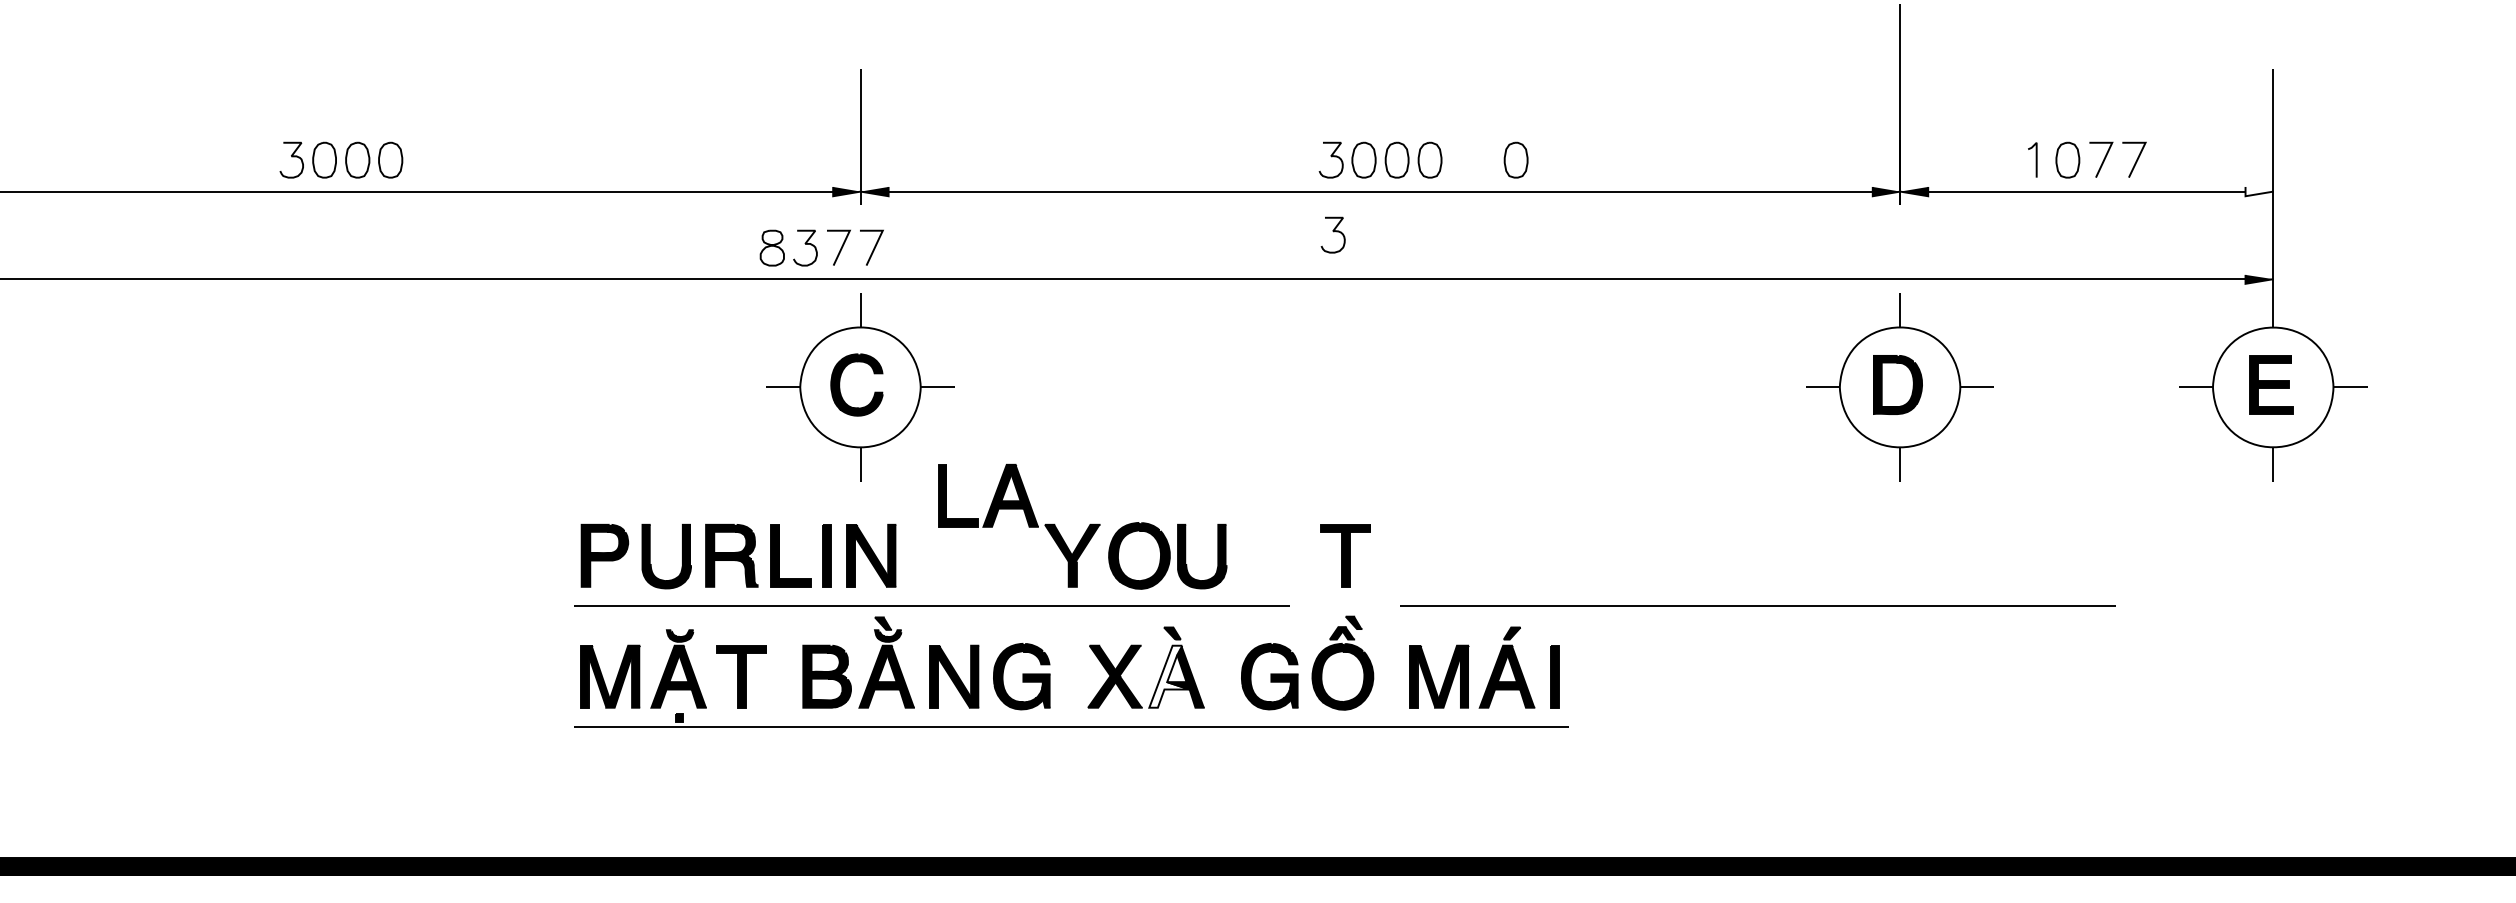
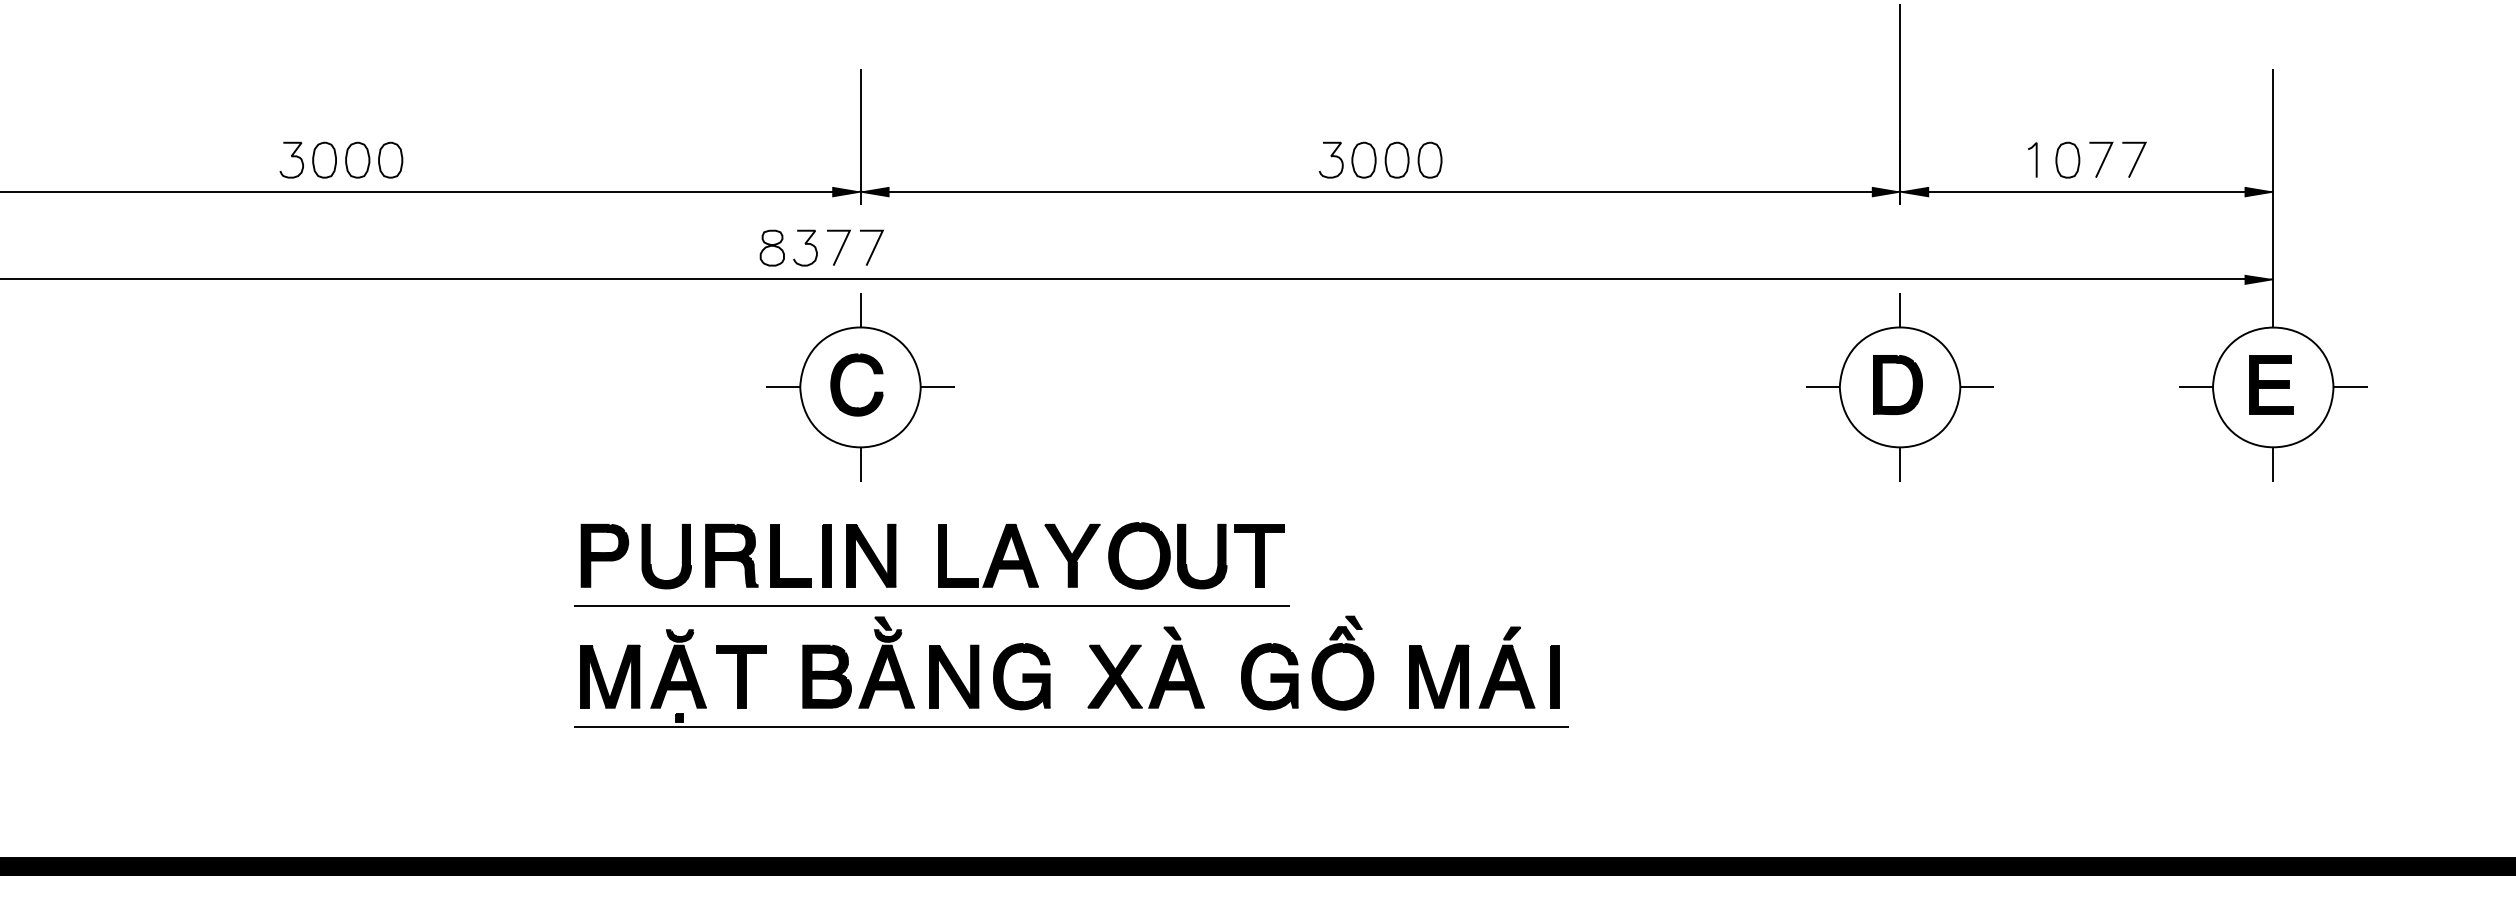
part at (1515, 159): present -> none
fill at (2259, 191): none -> present
curve at (1333, 232): present -> none
part at (988, 495) position: (988, 495) -> (988, 555)
part at (1345, 555) position: (1345, 555) -> (1259, 555)
line at (1757, 605): present -> none
fill at (1169, 676): none -> present
